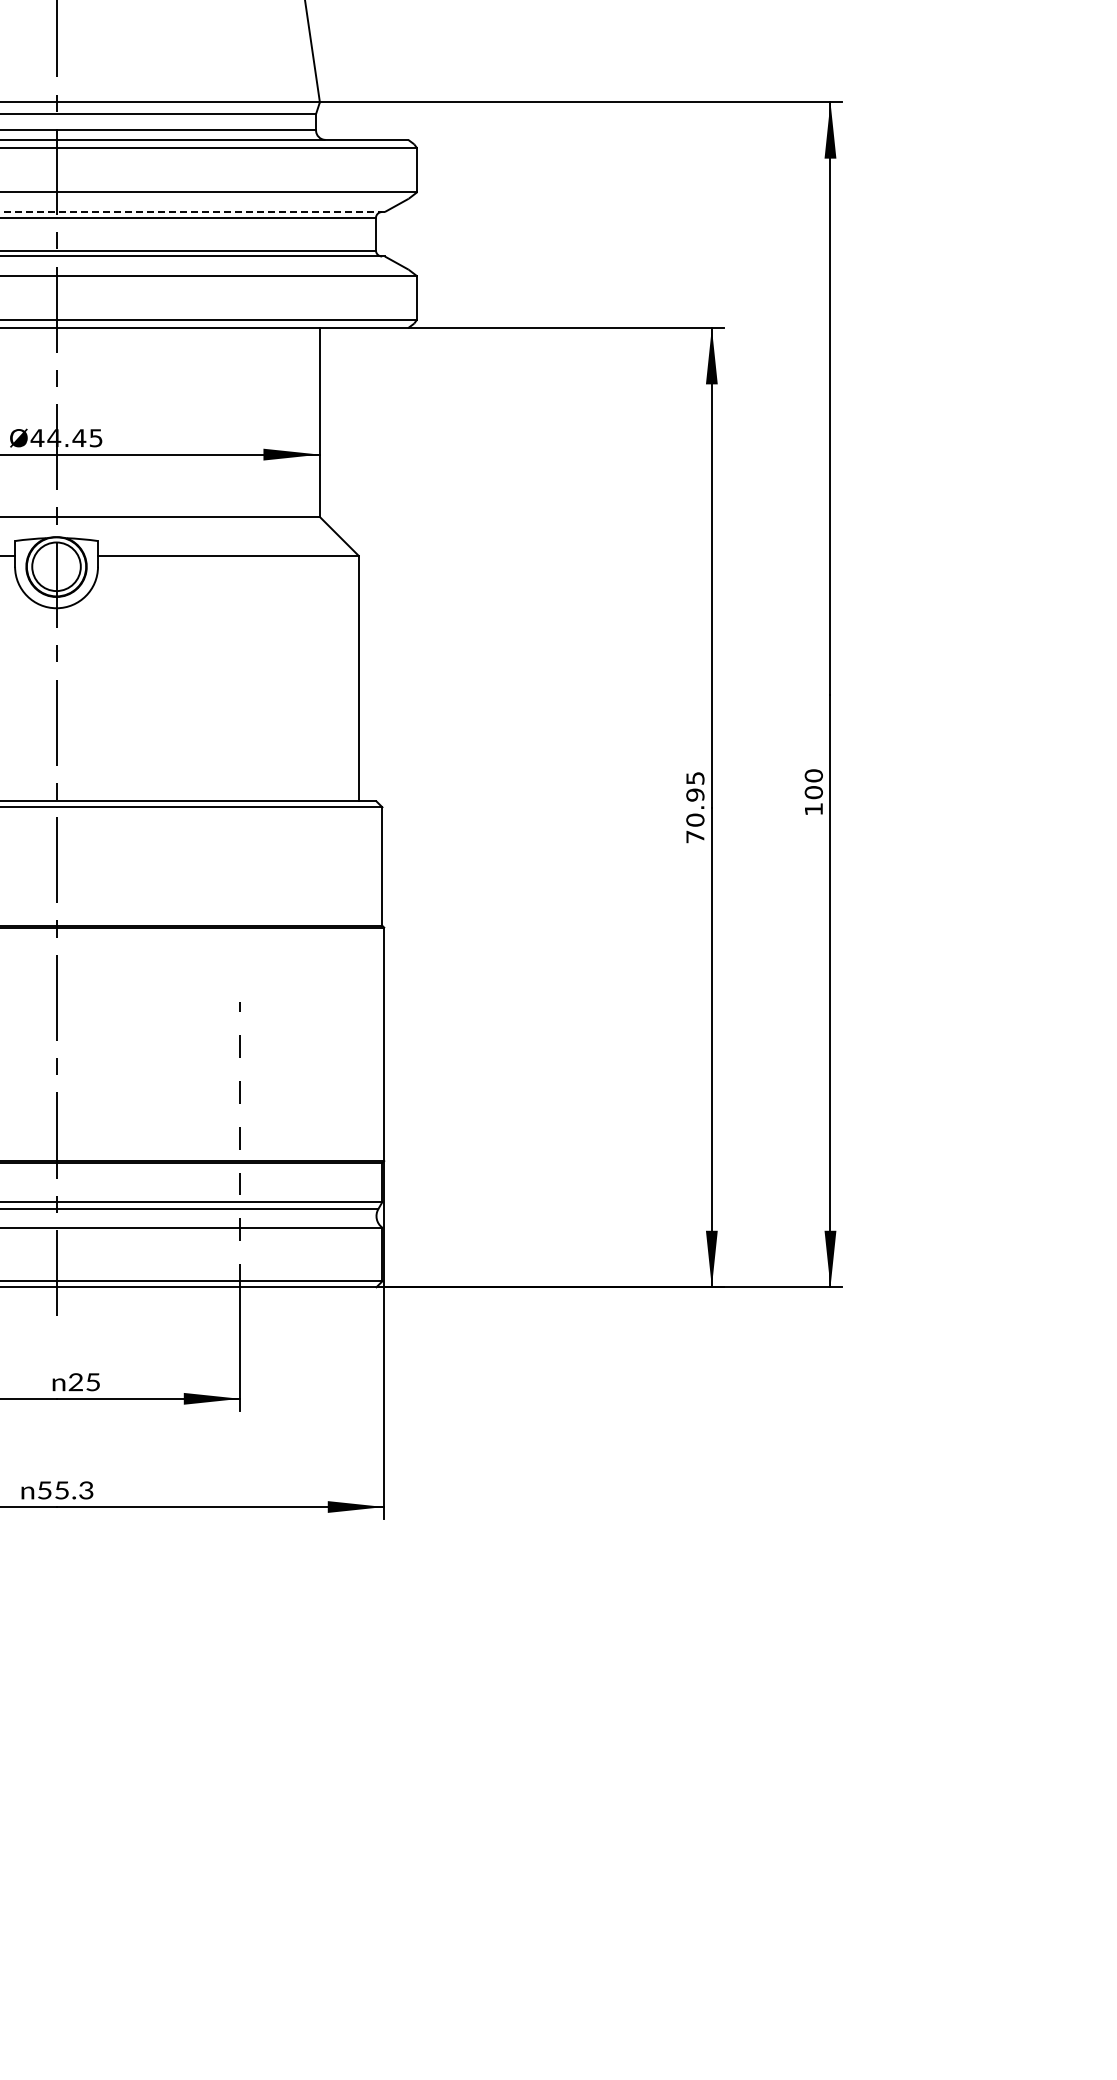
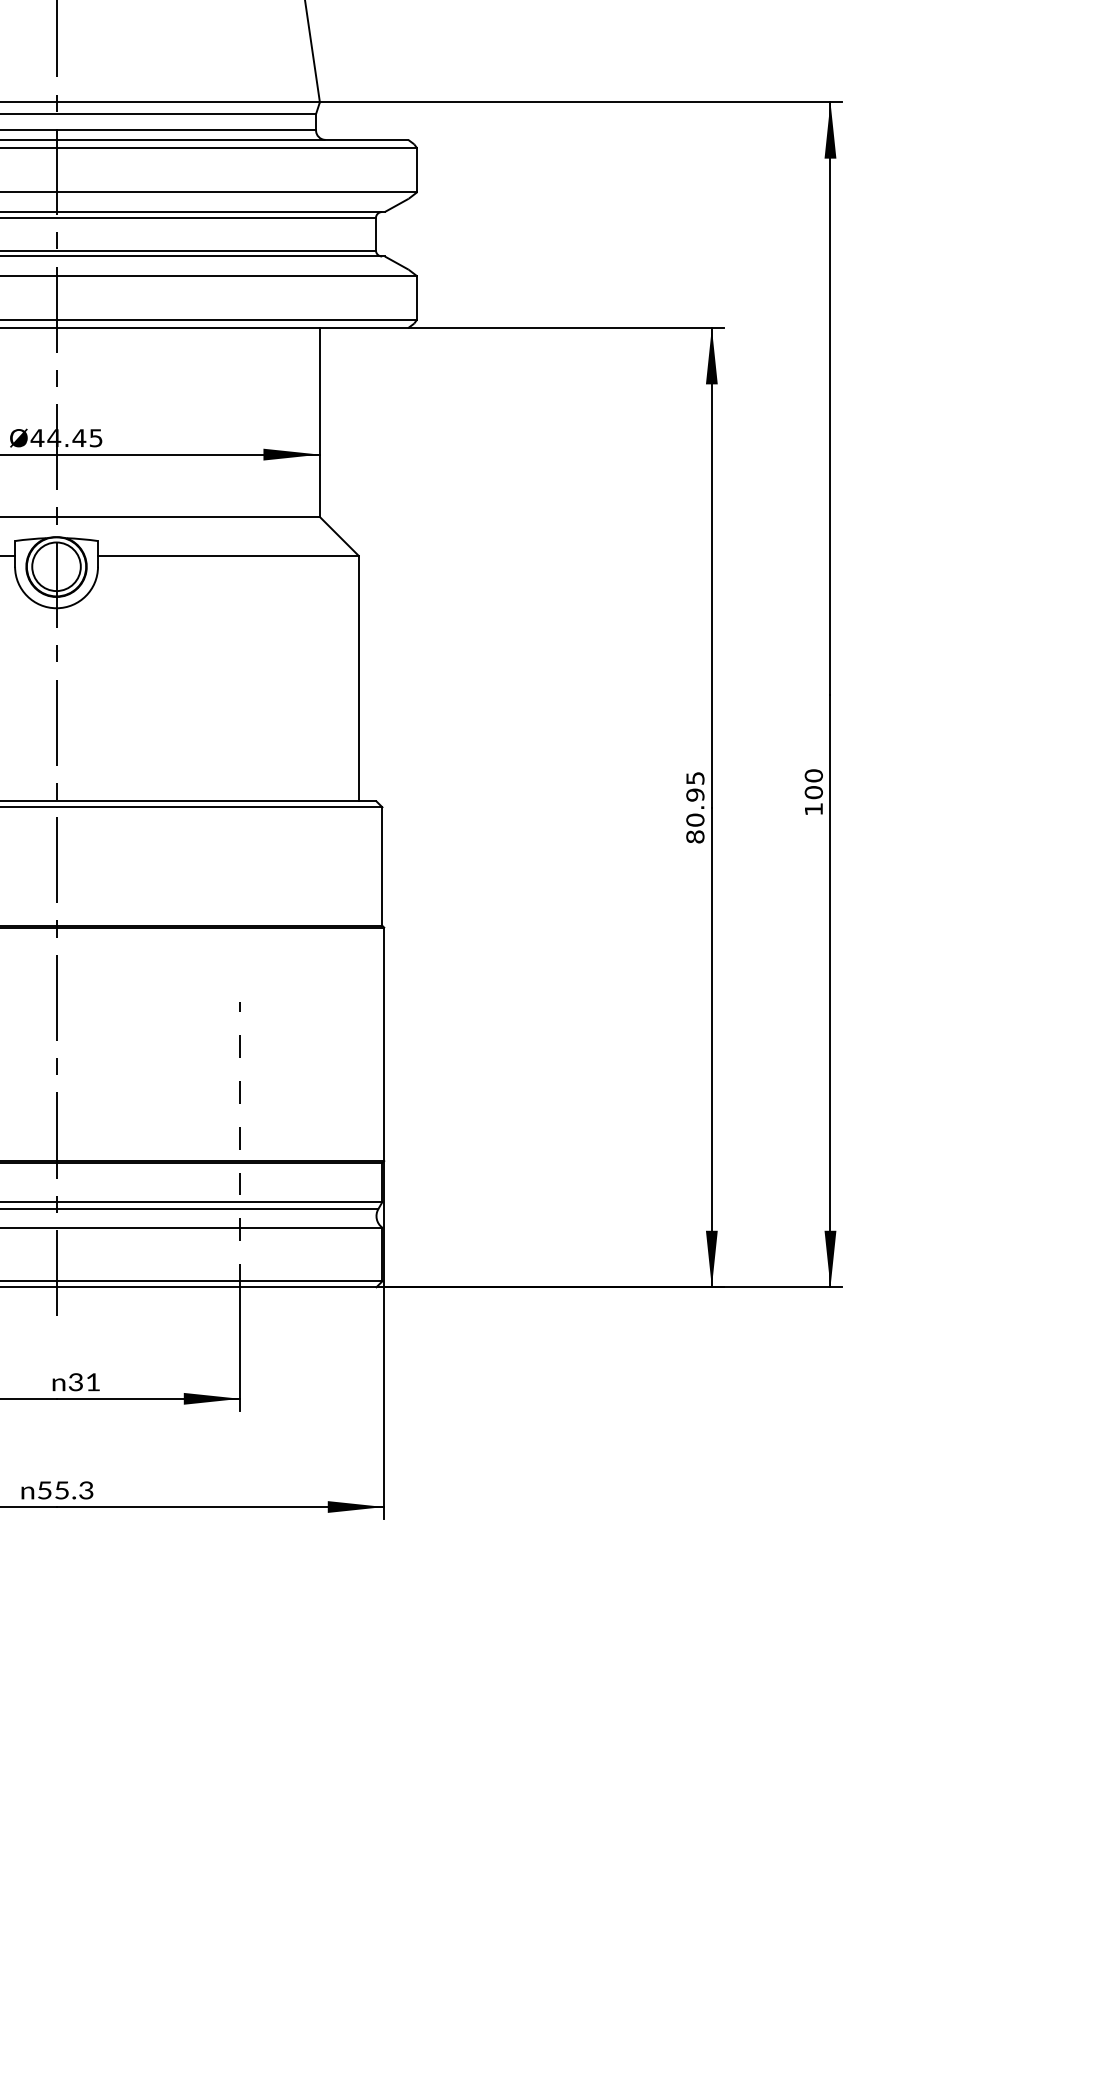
line at (191, 212): dashed -> solid
text at (695, 836): 70.95 -> 80.95
text at (83, 1382): 25 -> 31
